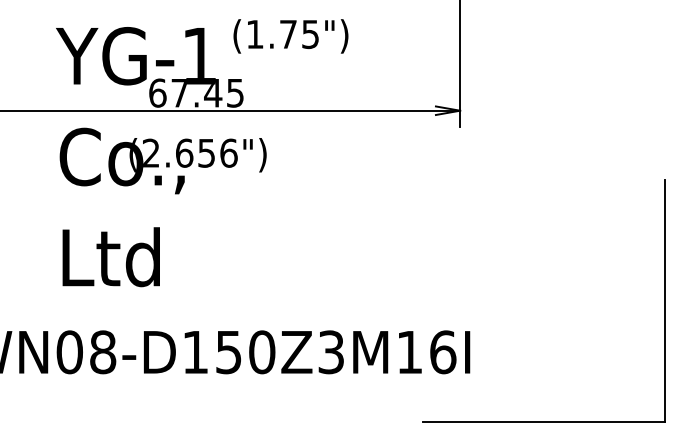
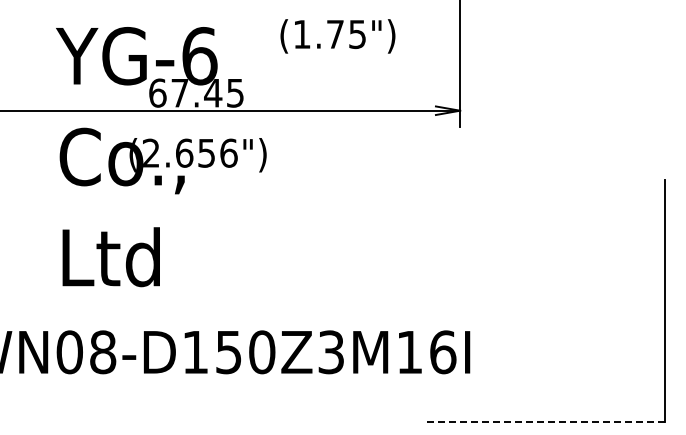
text at (290, 36) position: (290, 36) -> (337, 36)
text at (199, 56): YG-1 -> YG-6
line at (543, 421): solid -> dashed
